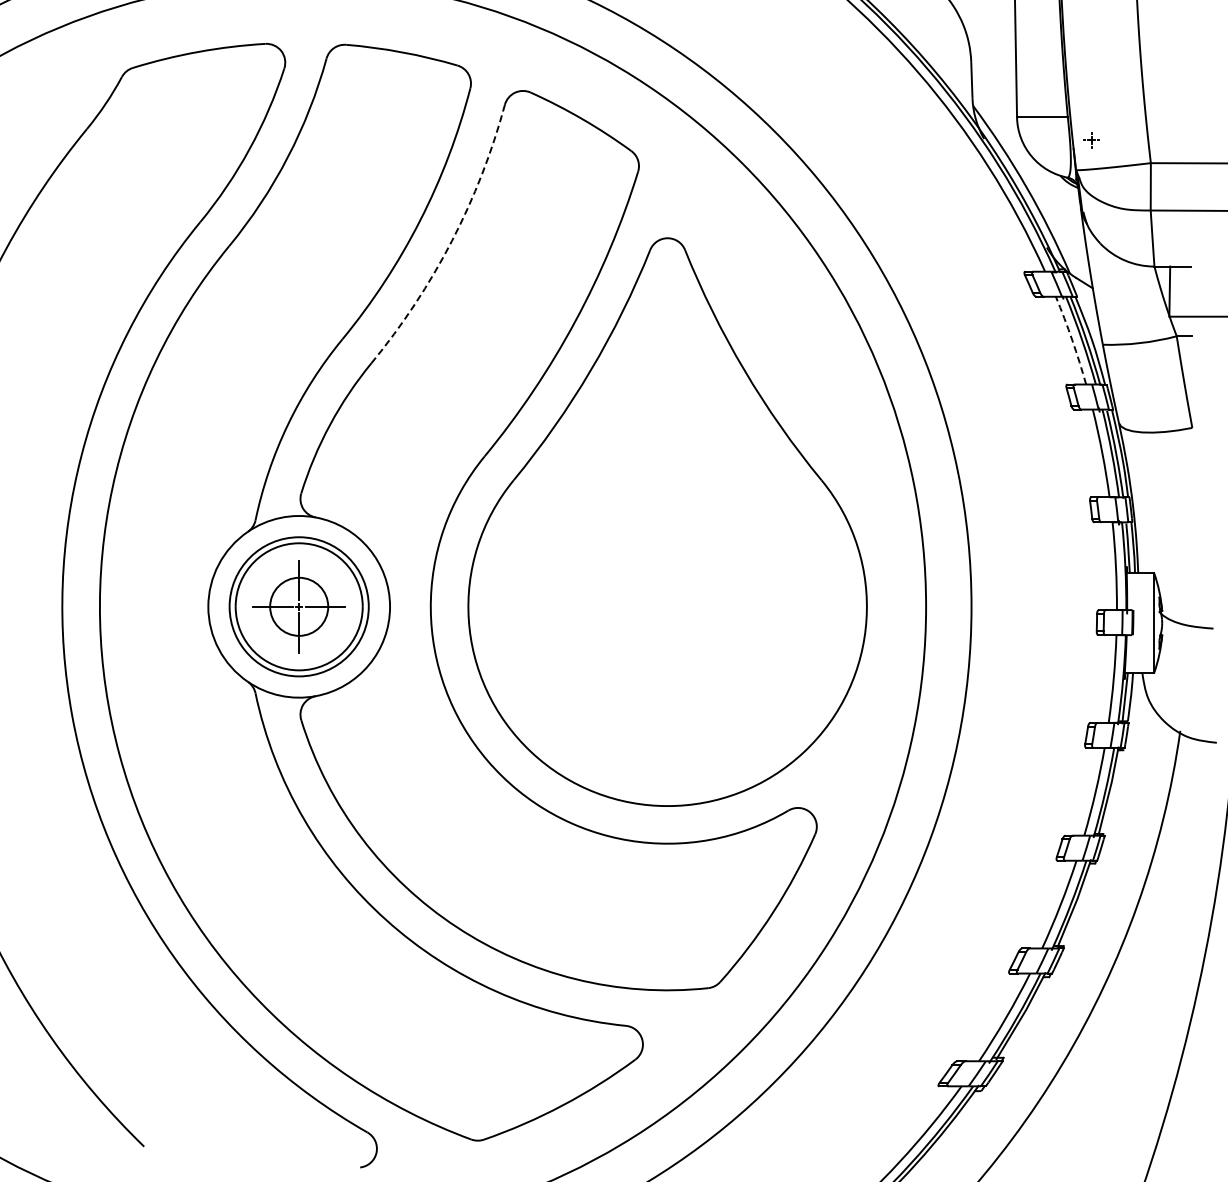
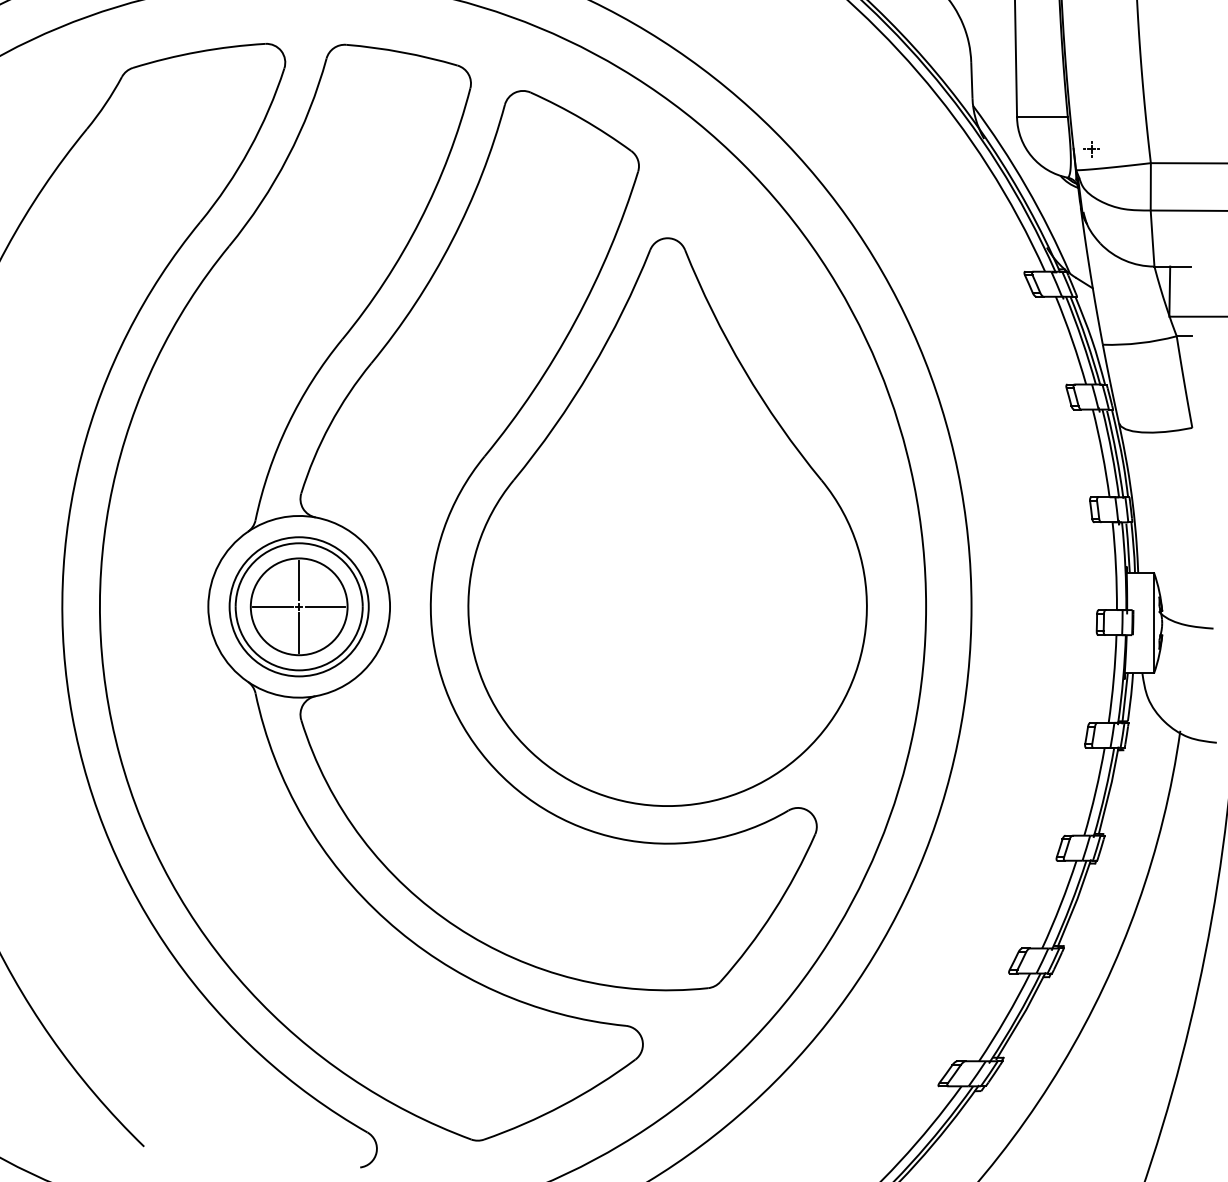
part at (1091, 140) position: (1091, 140) -> (1091, 149)
arc at (451, 241): dashed -> solid
arc at (1072, 340): dashed -> solid
circle at (299, 606) diameter: 58 px -> 97 px
